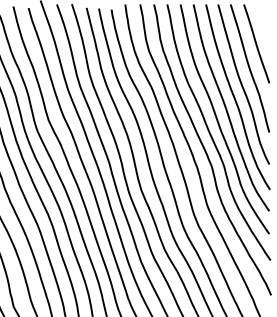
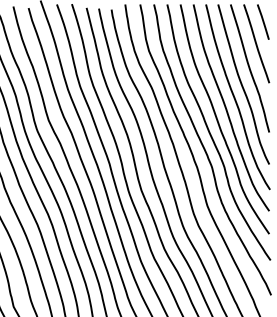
line at (263, 21): none -> present
